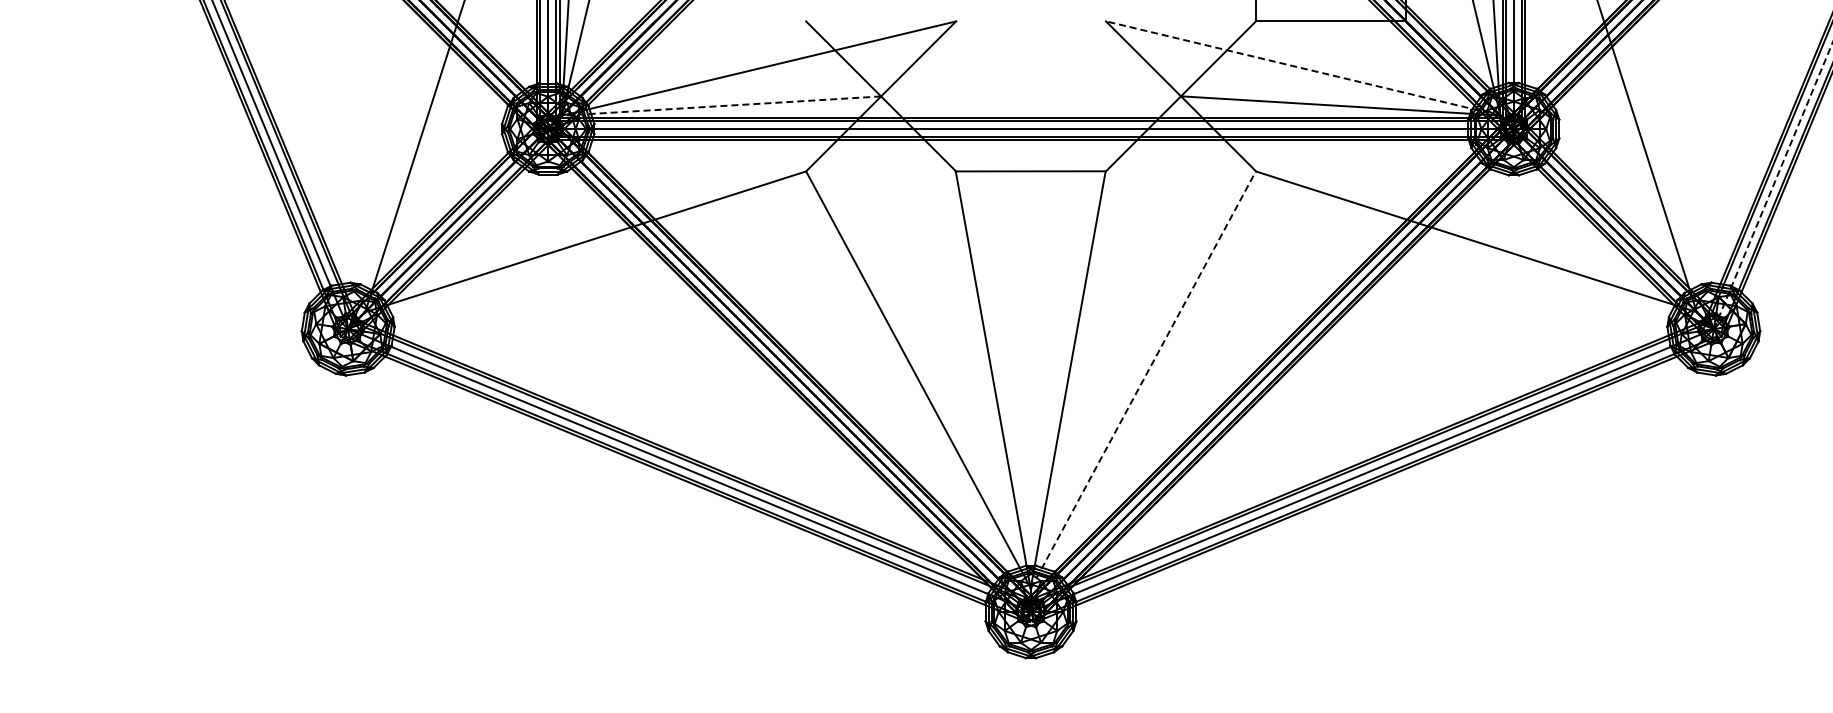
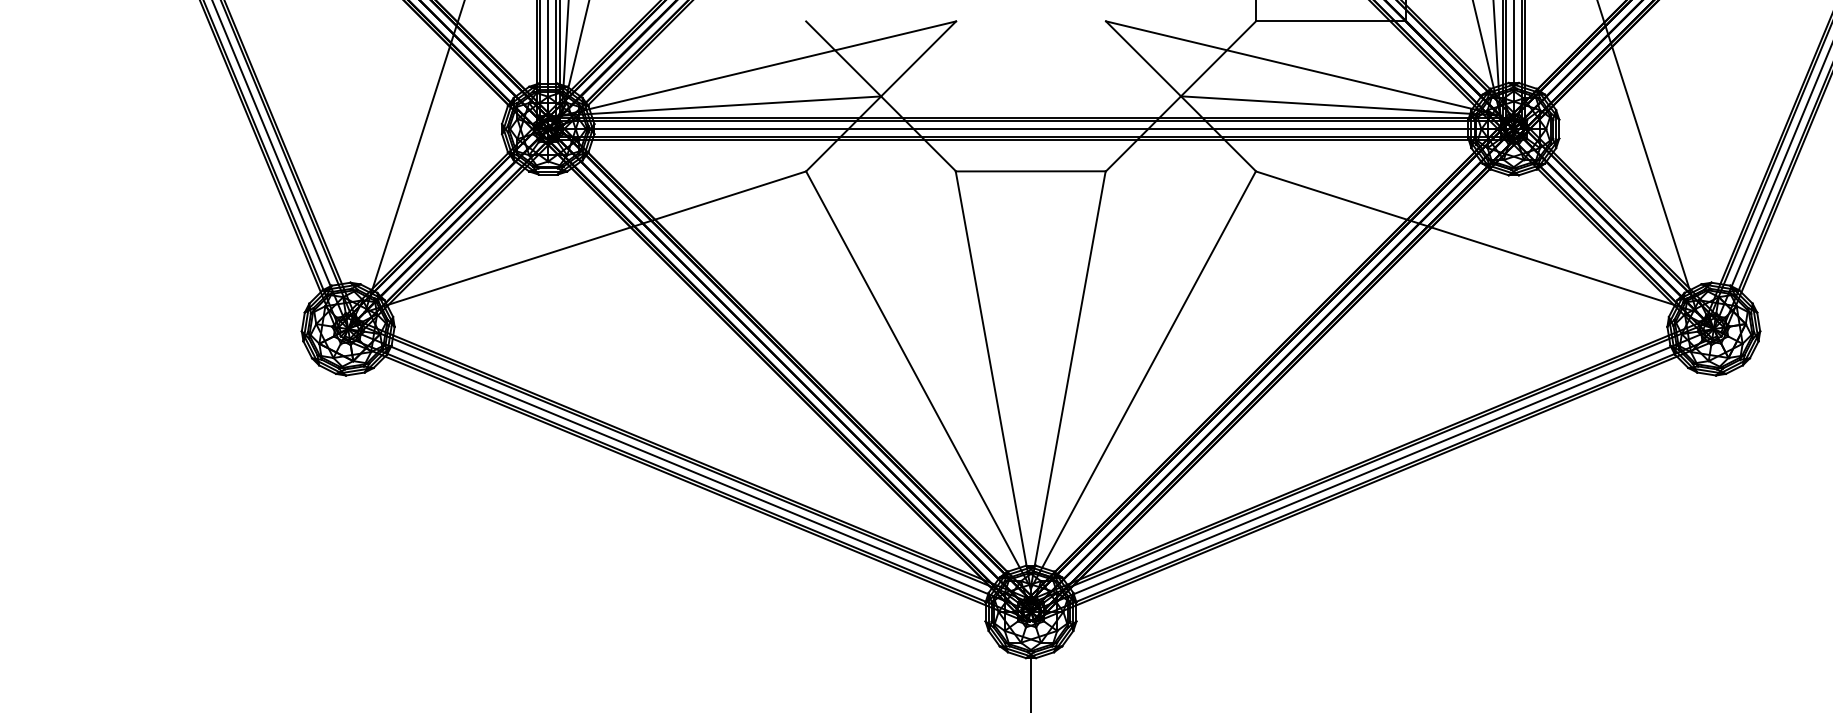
line at (1303, 68): dashed -> solid
line at (721, 106): dashed -> solid
line at (1773, 185): dashed -> solid
line at (1143, 379): dashed -> solid
line at (1031, 683): none -> present
